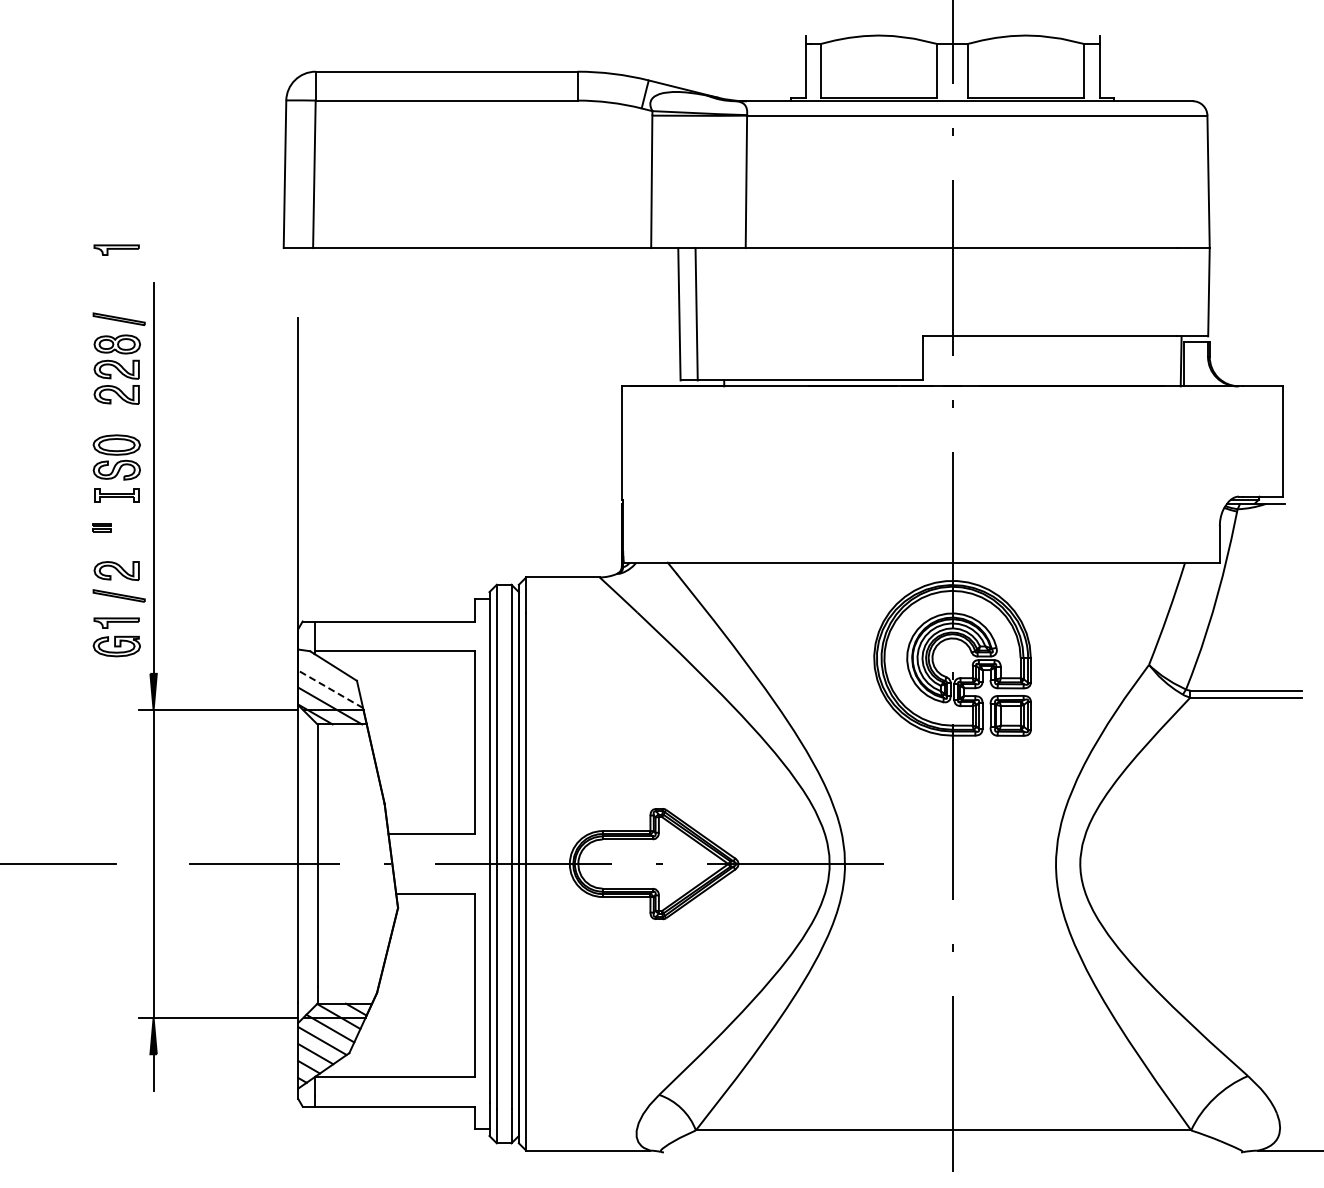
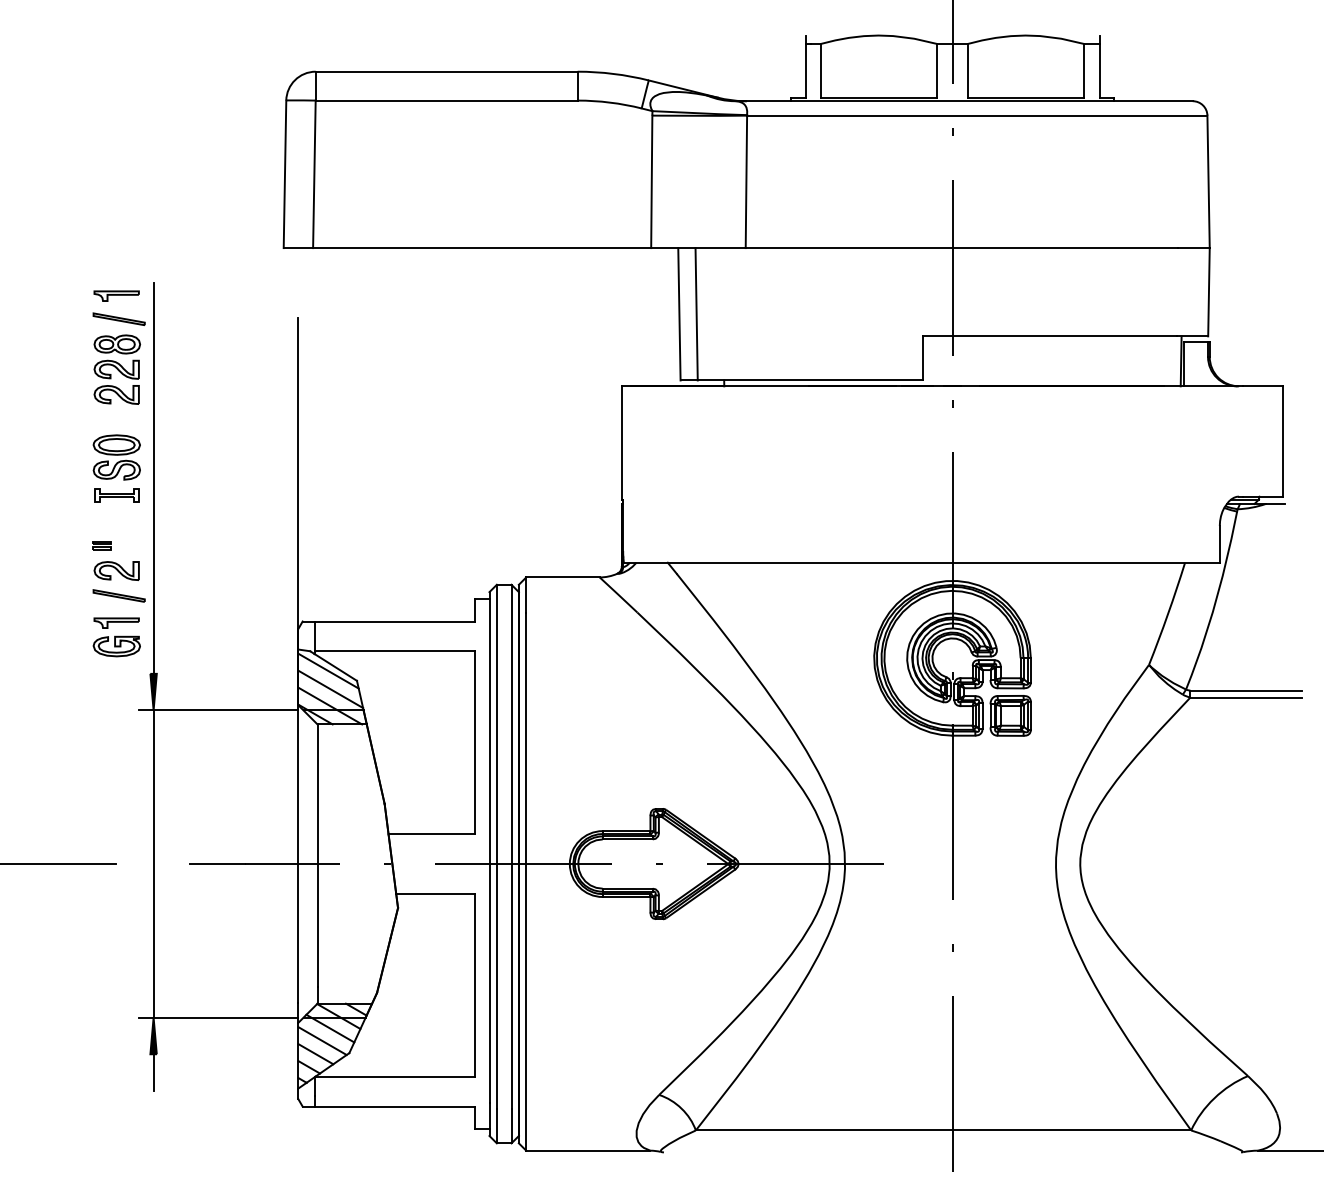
part at (116, 249) position: (116, 249) -> (116, 295)
part at (101, 527) position: (101, 527) -> (101, 545)
line at (328, 670): none -> present
line at (330, 689): dashed -> solid
